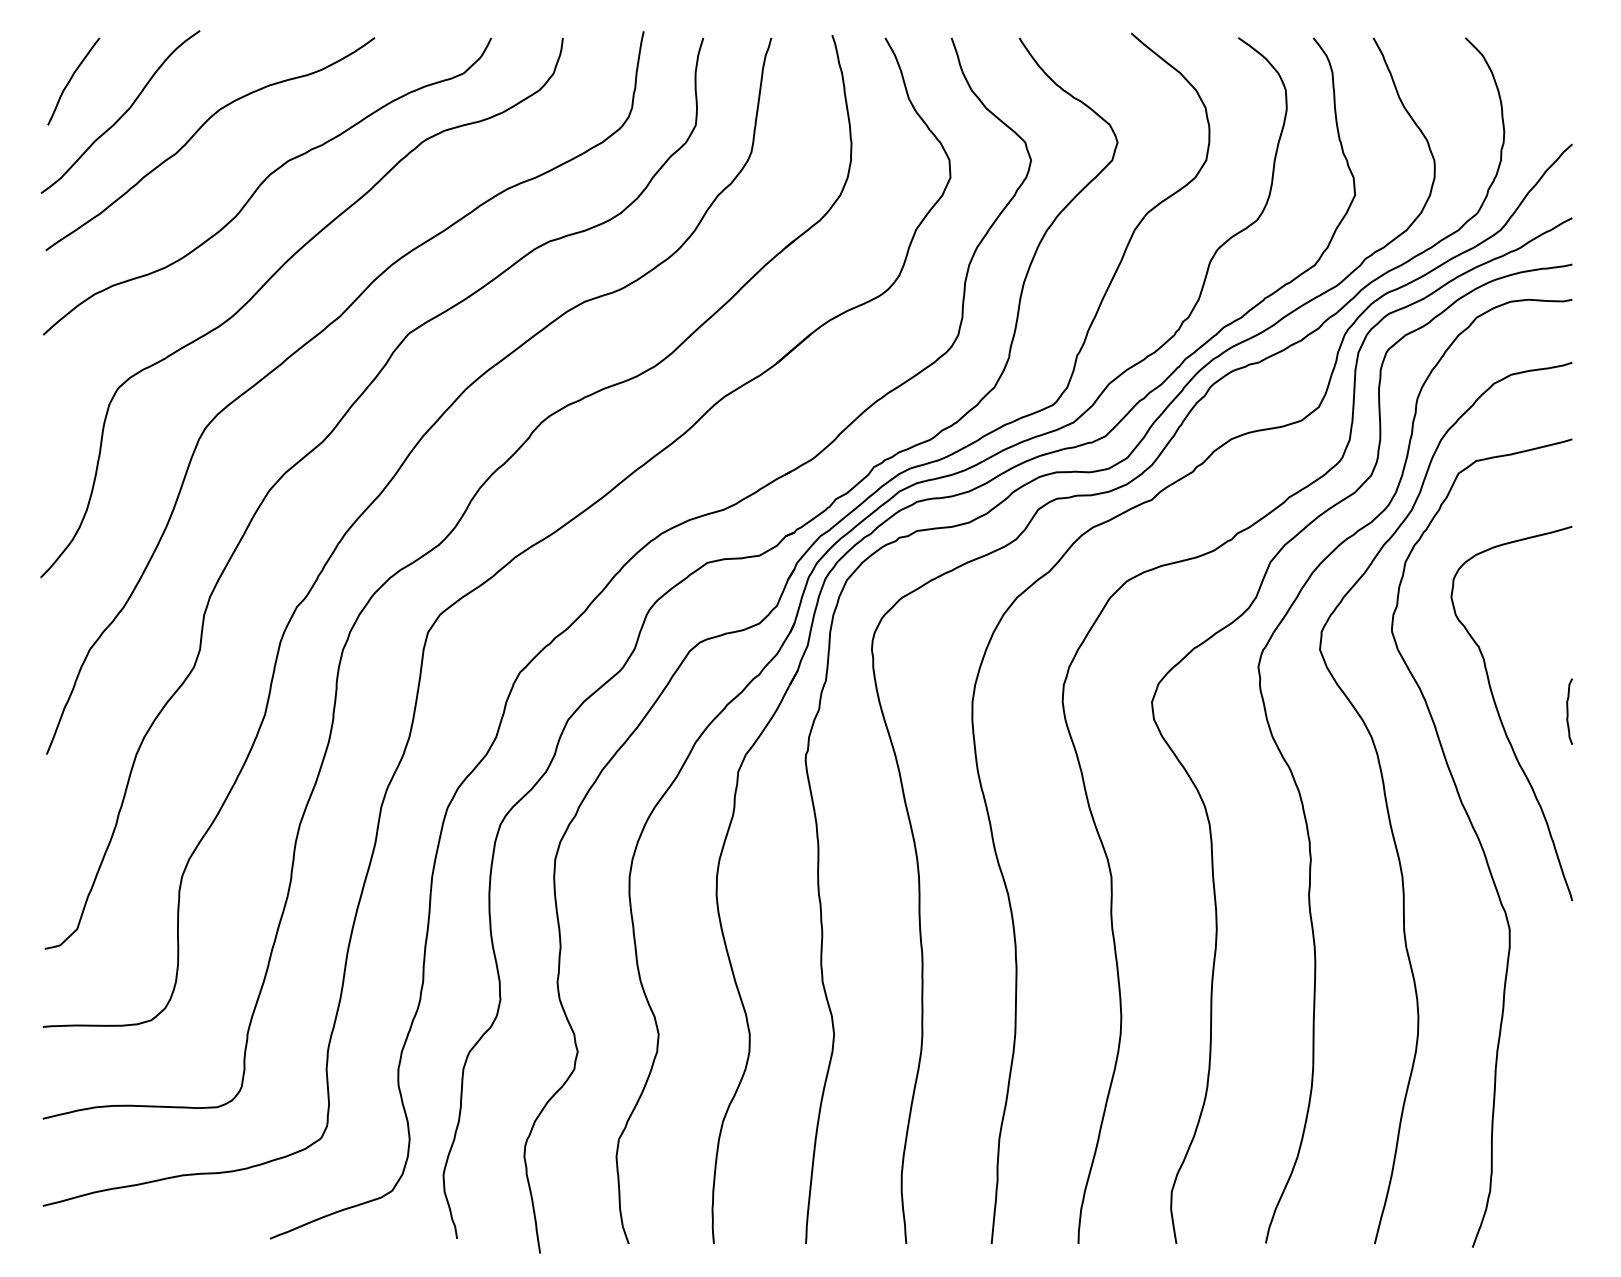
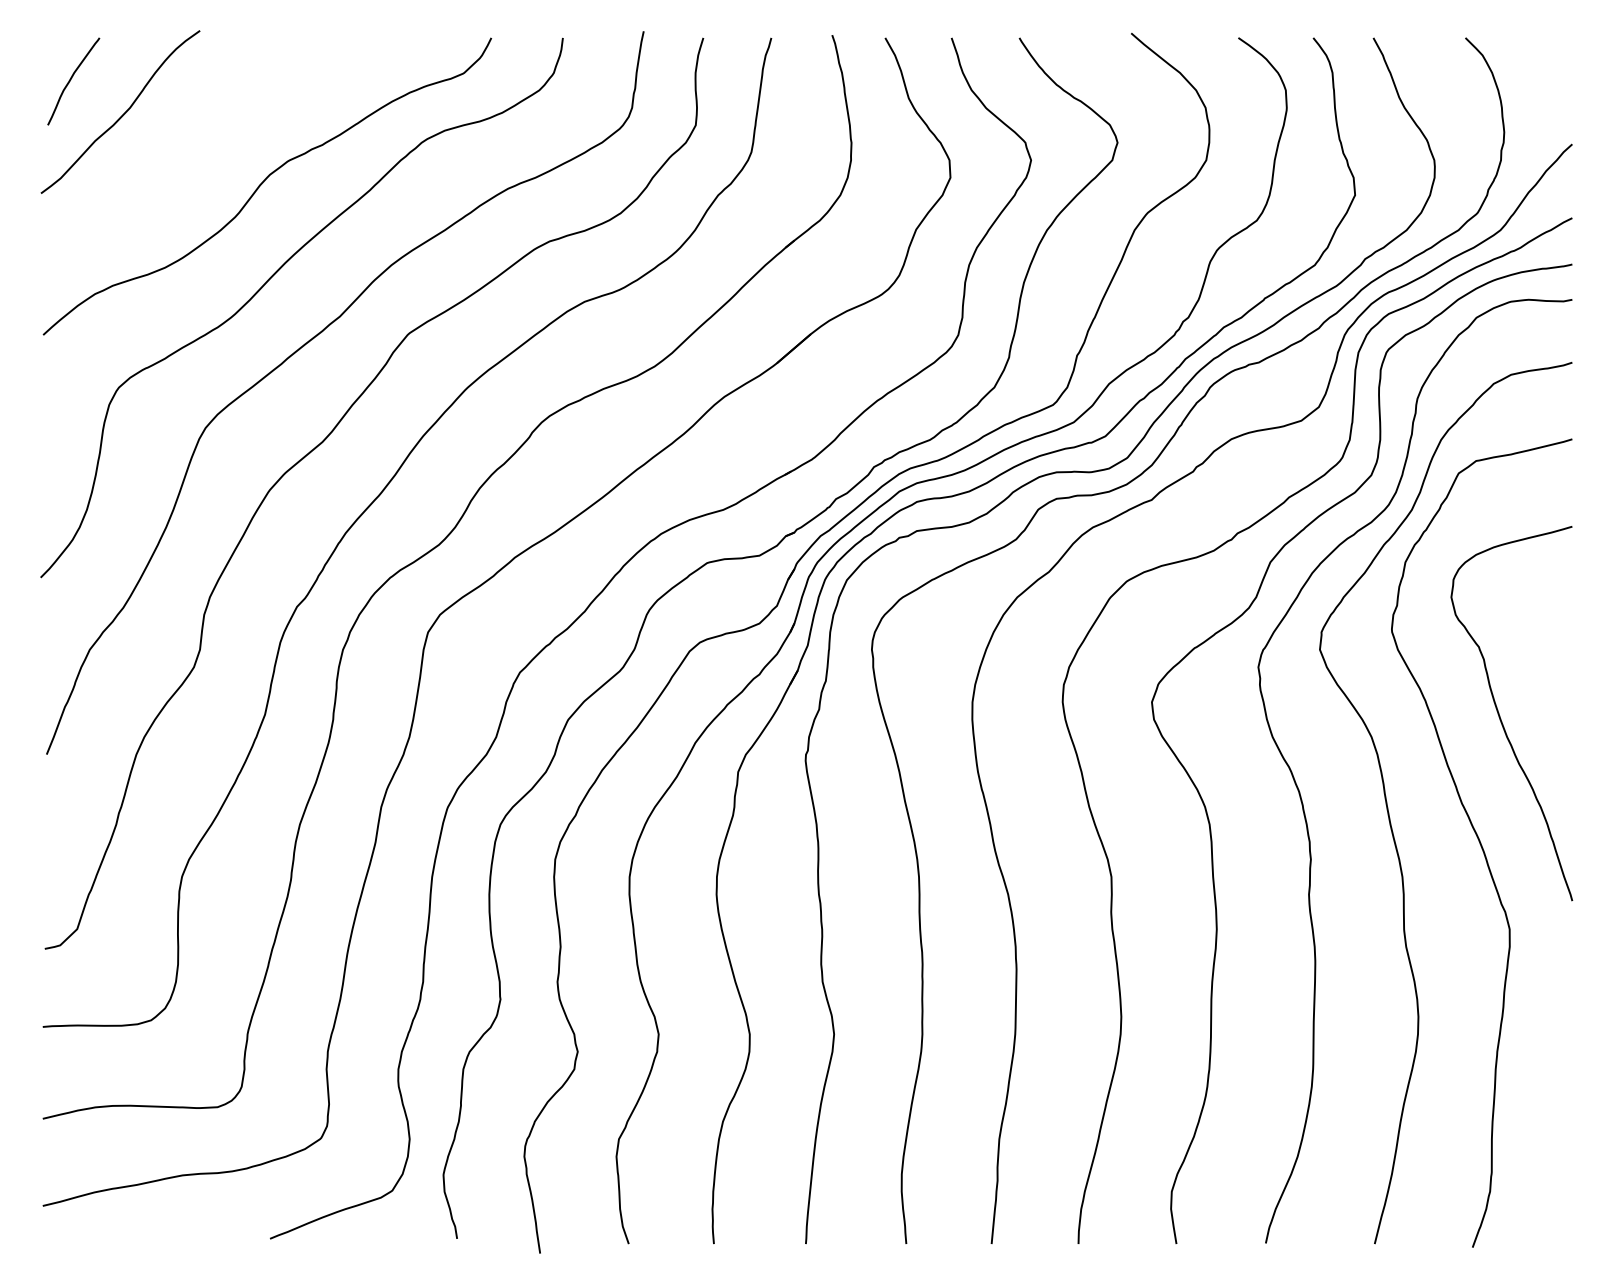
curve at (198, 131): present -> none
curve at (1568, 711): present -> none
